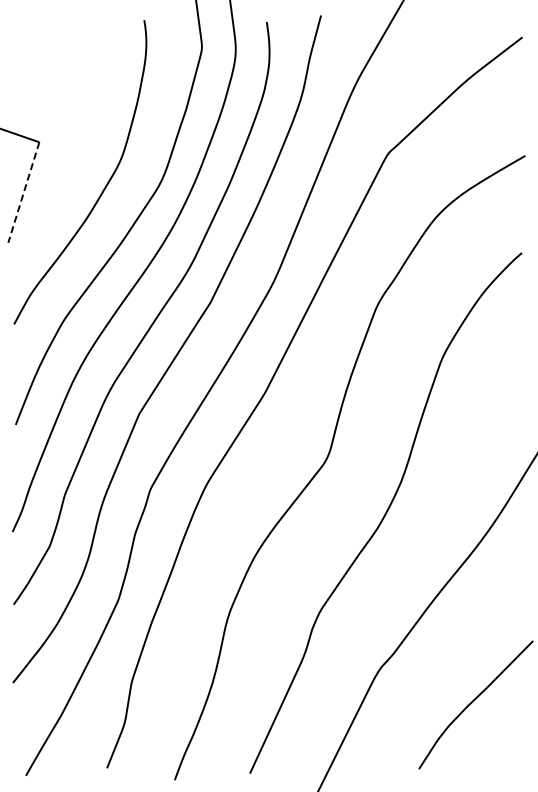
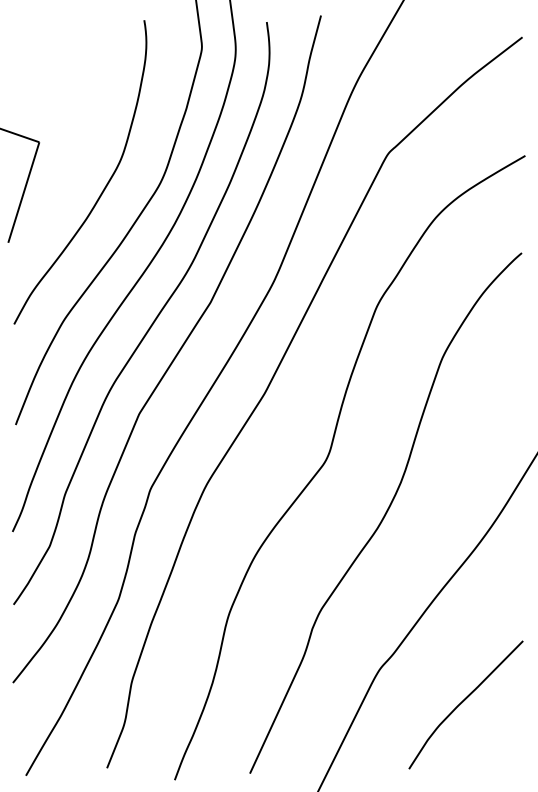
line at (23, 192): dashed -> solid
curve at (473, 702) position: (473, 702) -> (463, 702)
